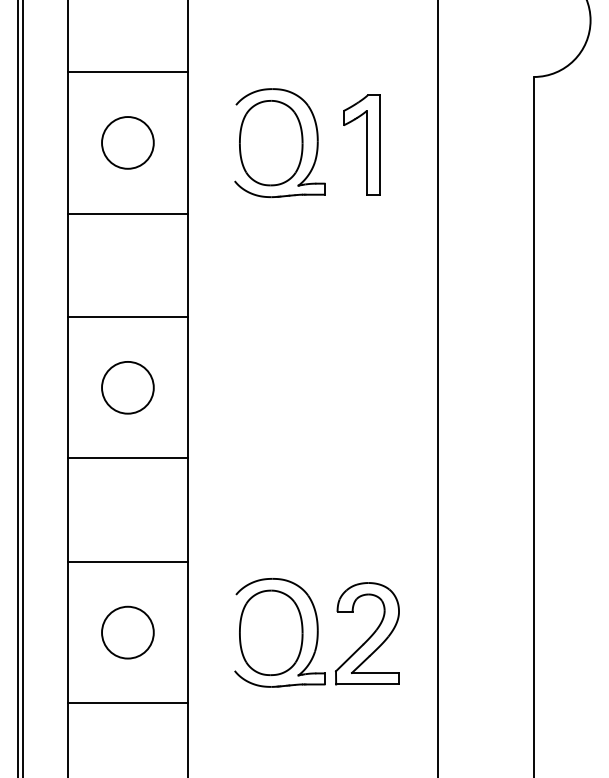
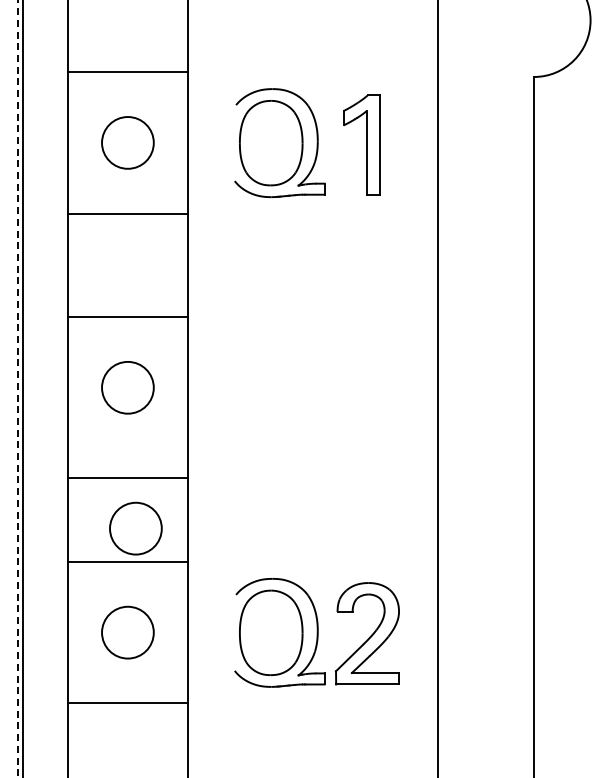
line at (18, 389): solid -> dashed
line at (127, 458) position: (127, 458) -> (127, 478)
circle at (135, 528): none -> present
